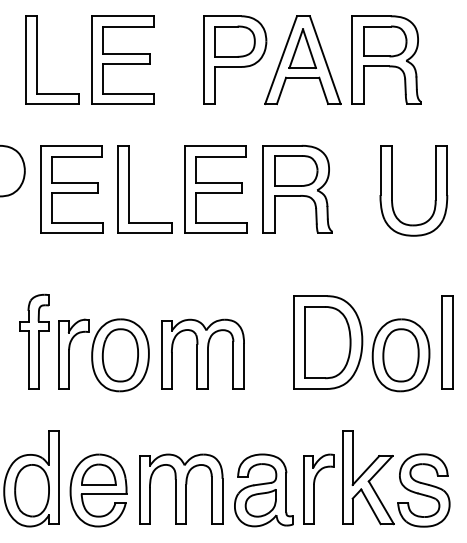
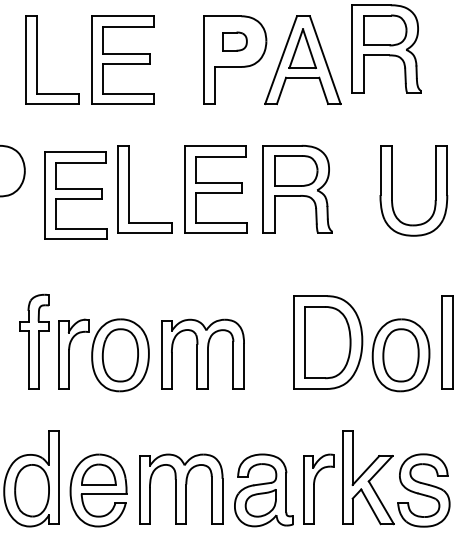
part at (234, 41) size: 42x33 px -> 26x21 px
part at (386, 59) position: (386, 59) -> (386, 48)
part at (71, 189) position: (71, 189) -> (75, 195)
